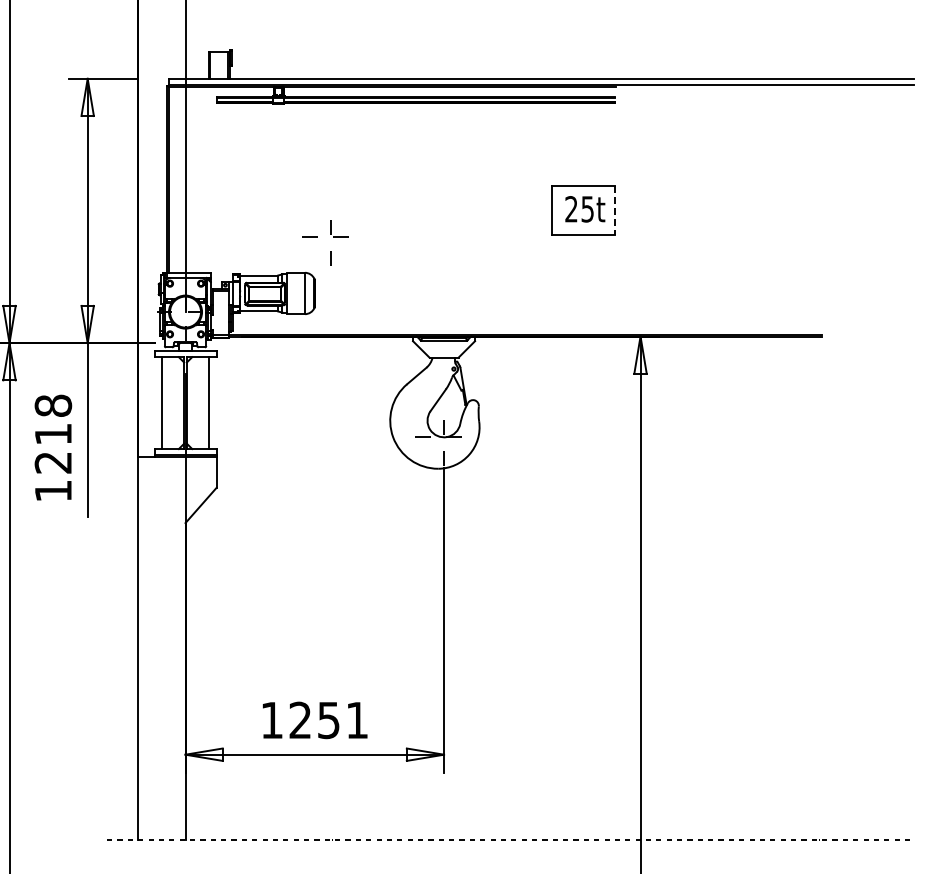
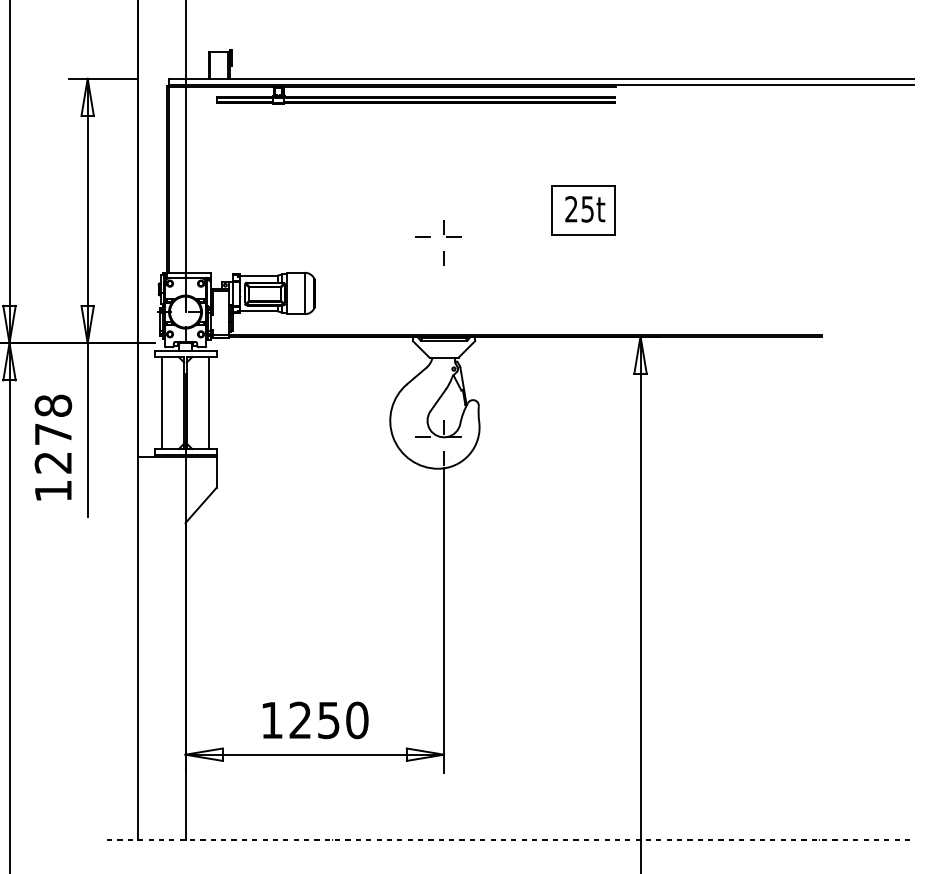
line at (614, 211): dashed -> solid
part at (330, 234) position: (330, 234) -> (443, 234)
text at (53, 433): 1218 -> 1278
text at (357, 720): 1251 -> 1250
